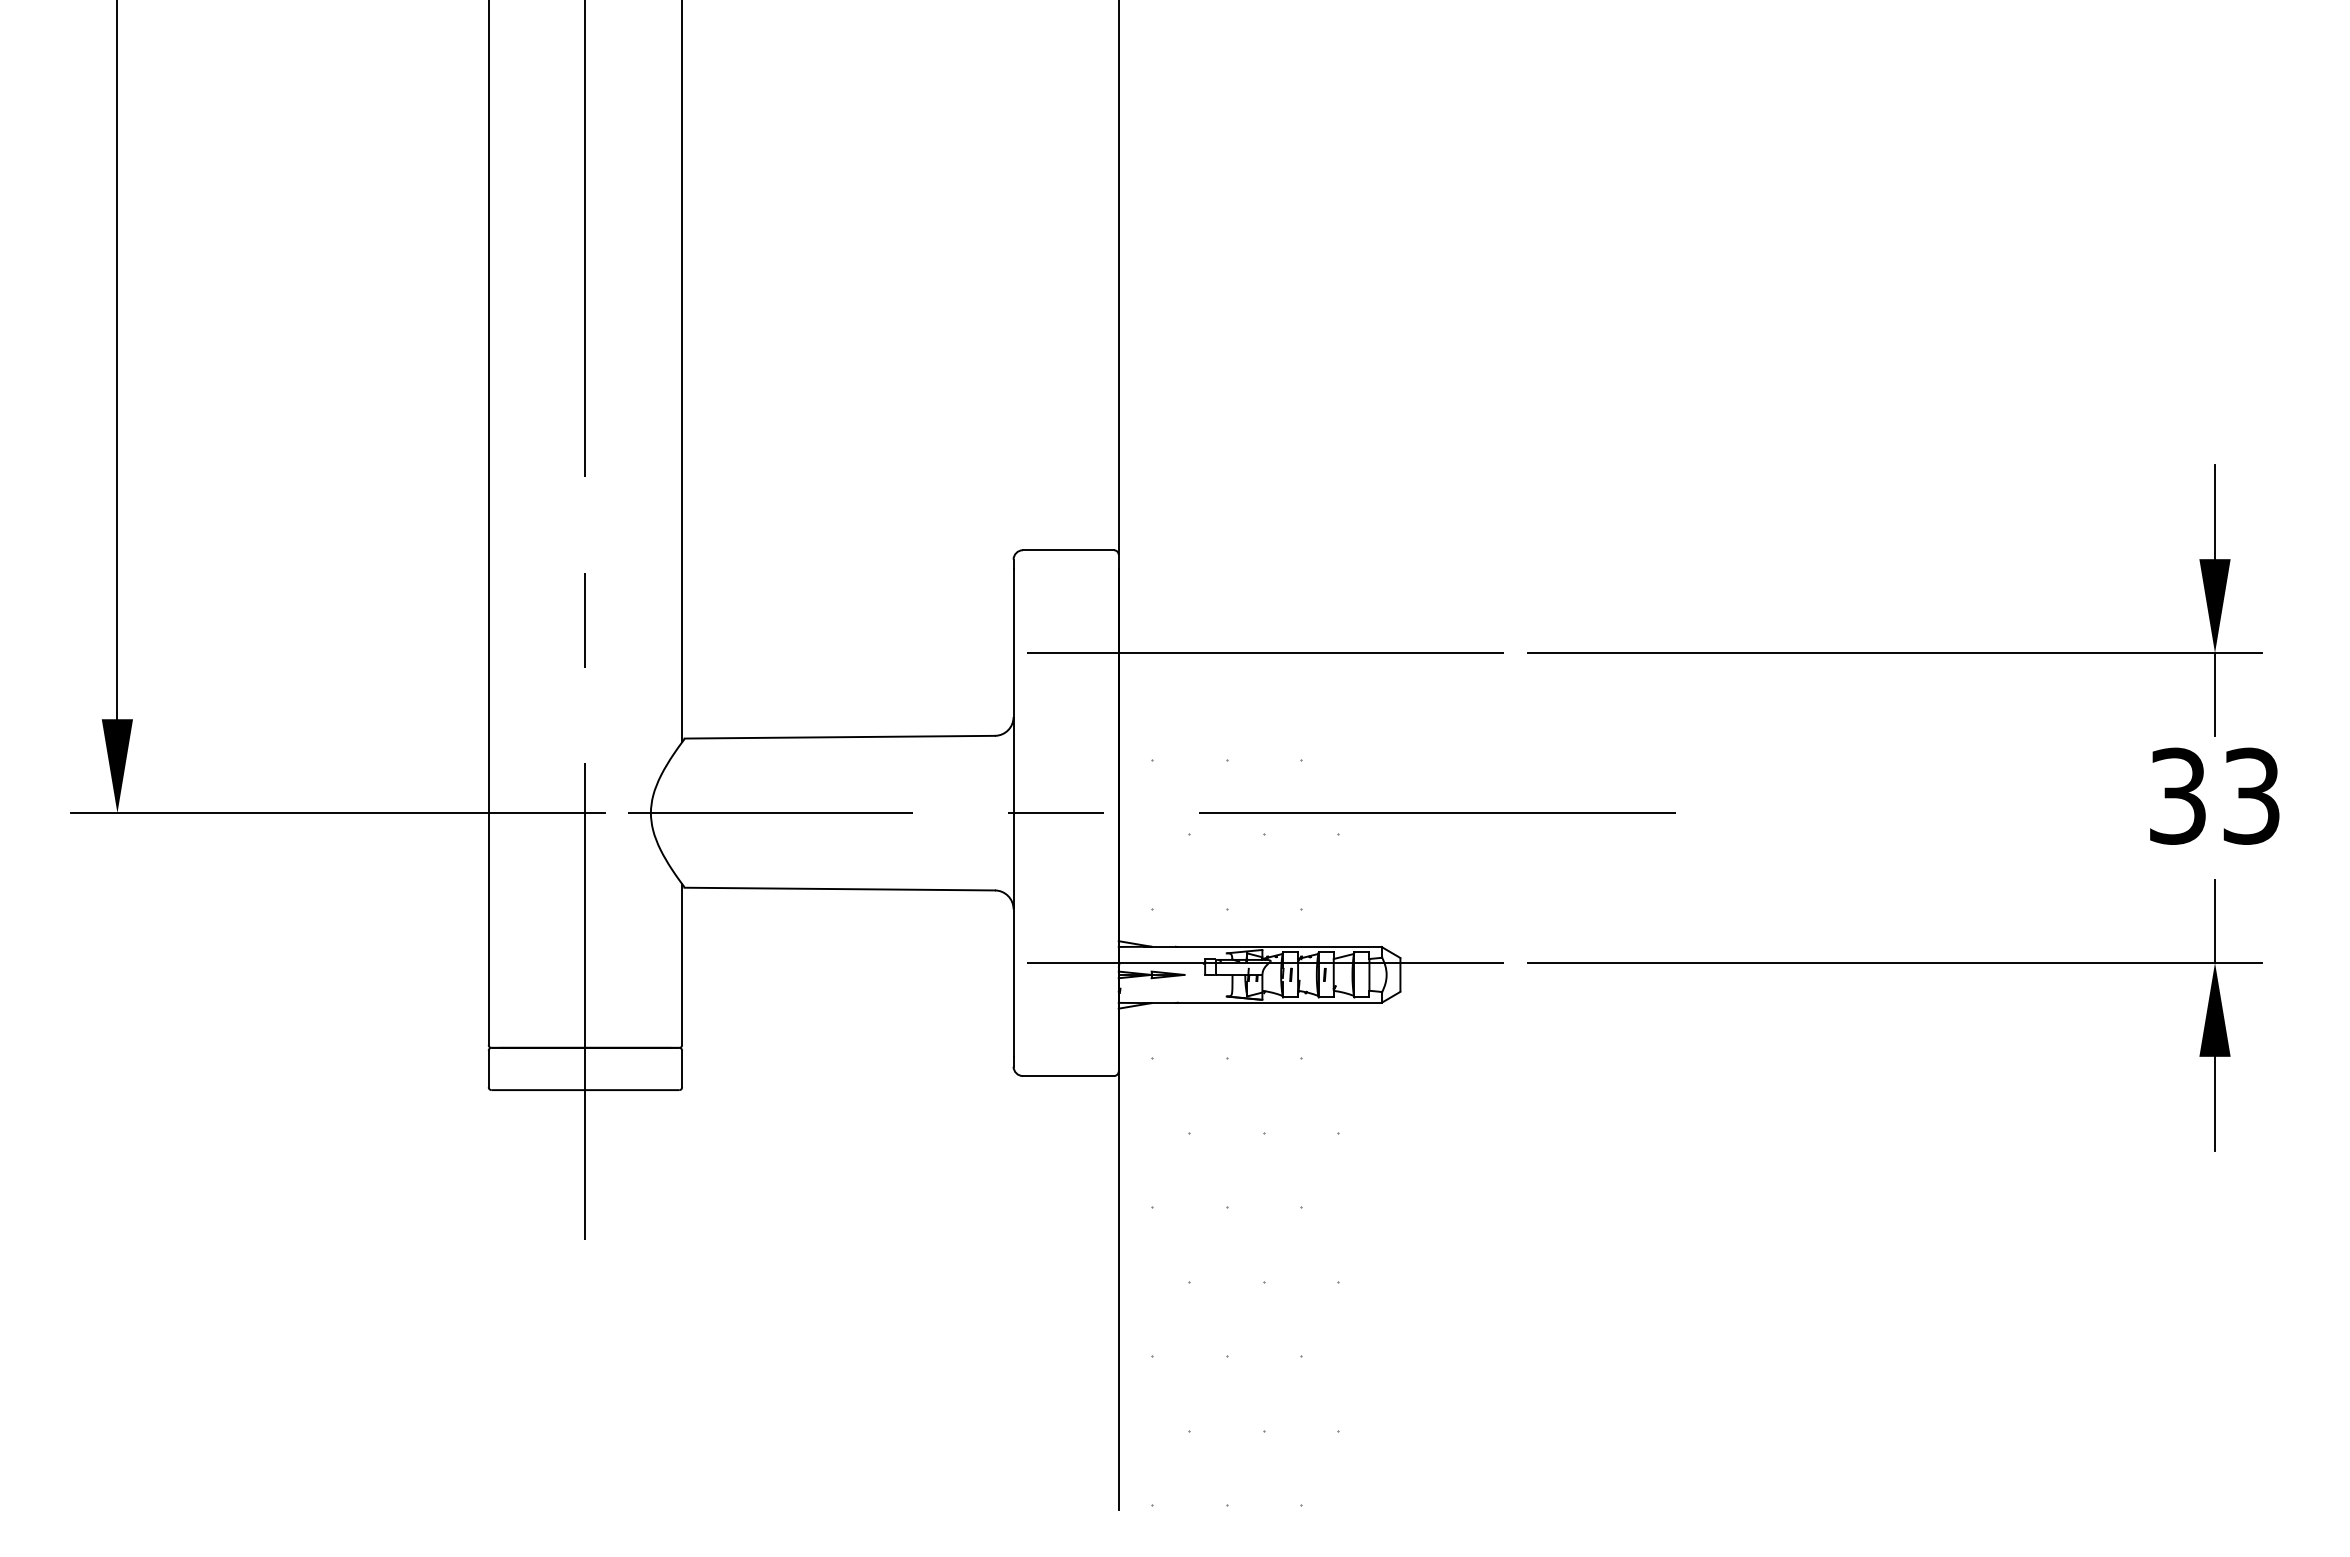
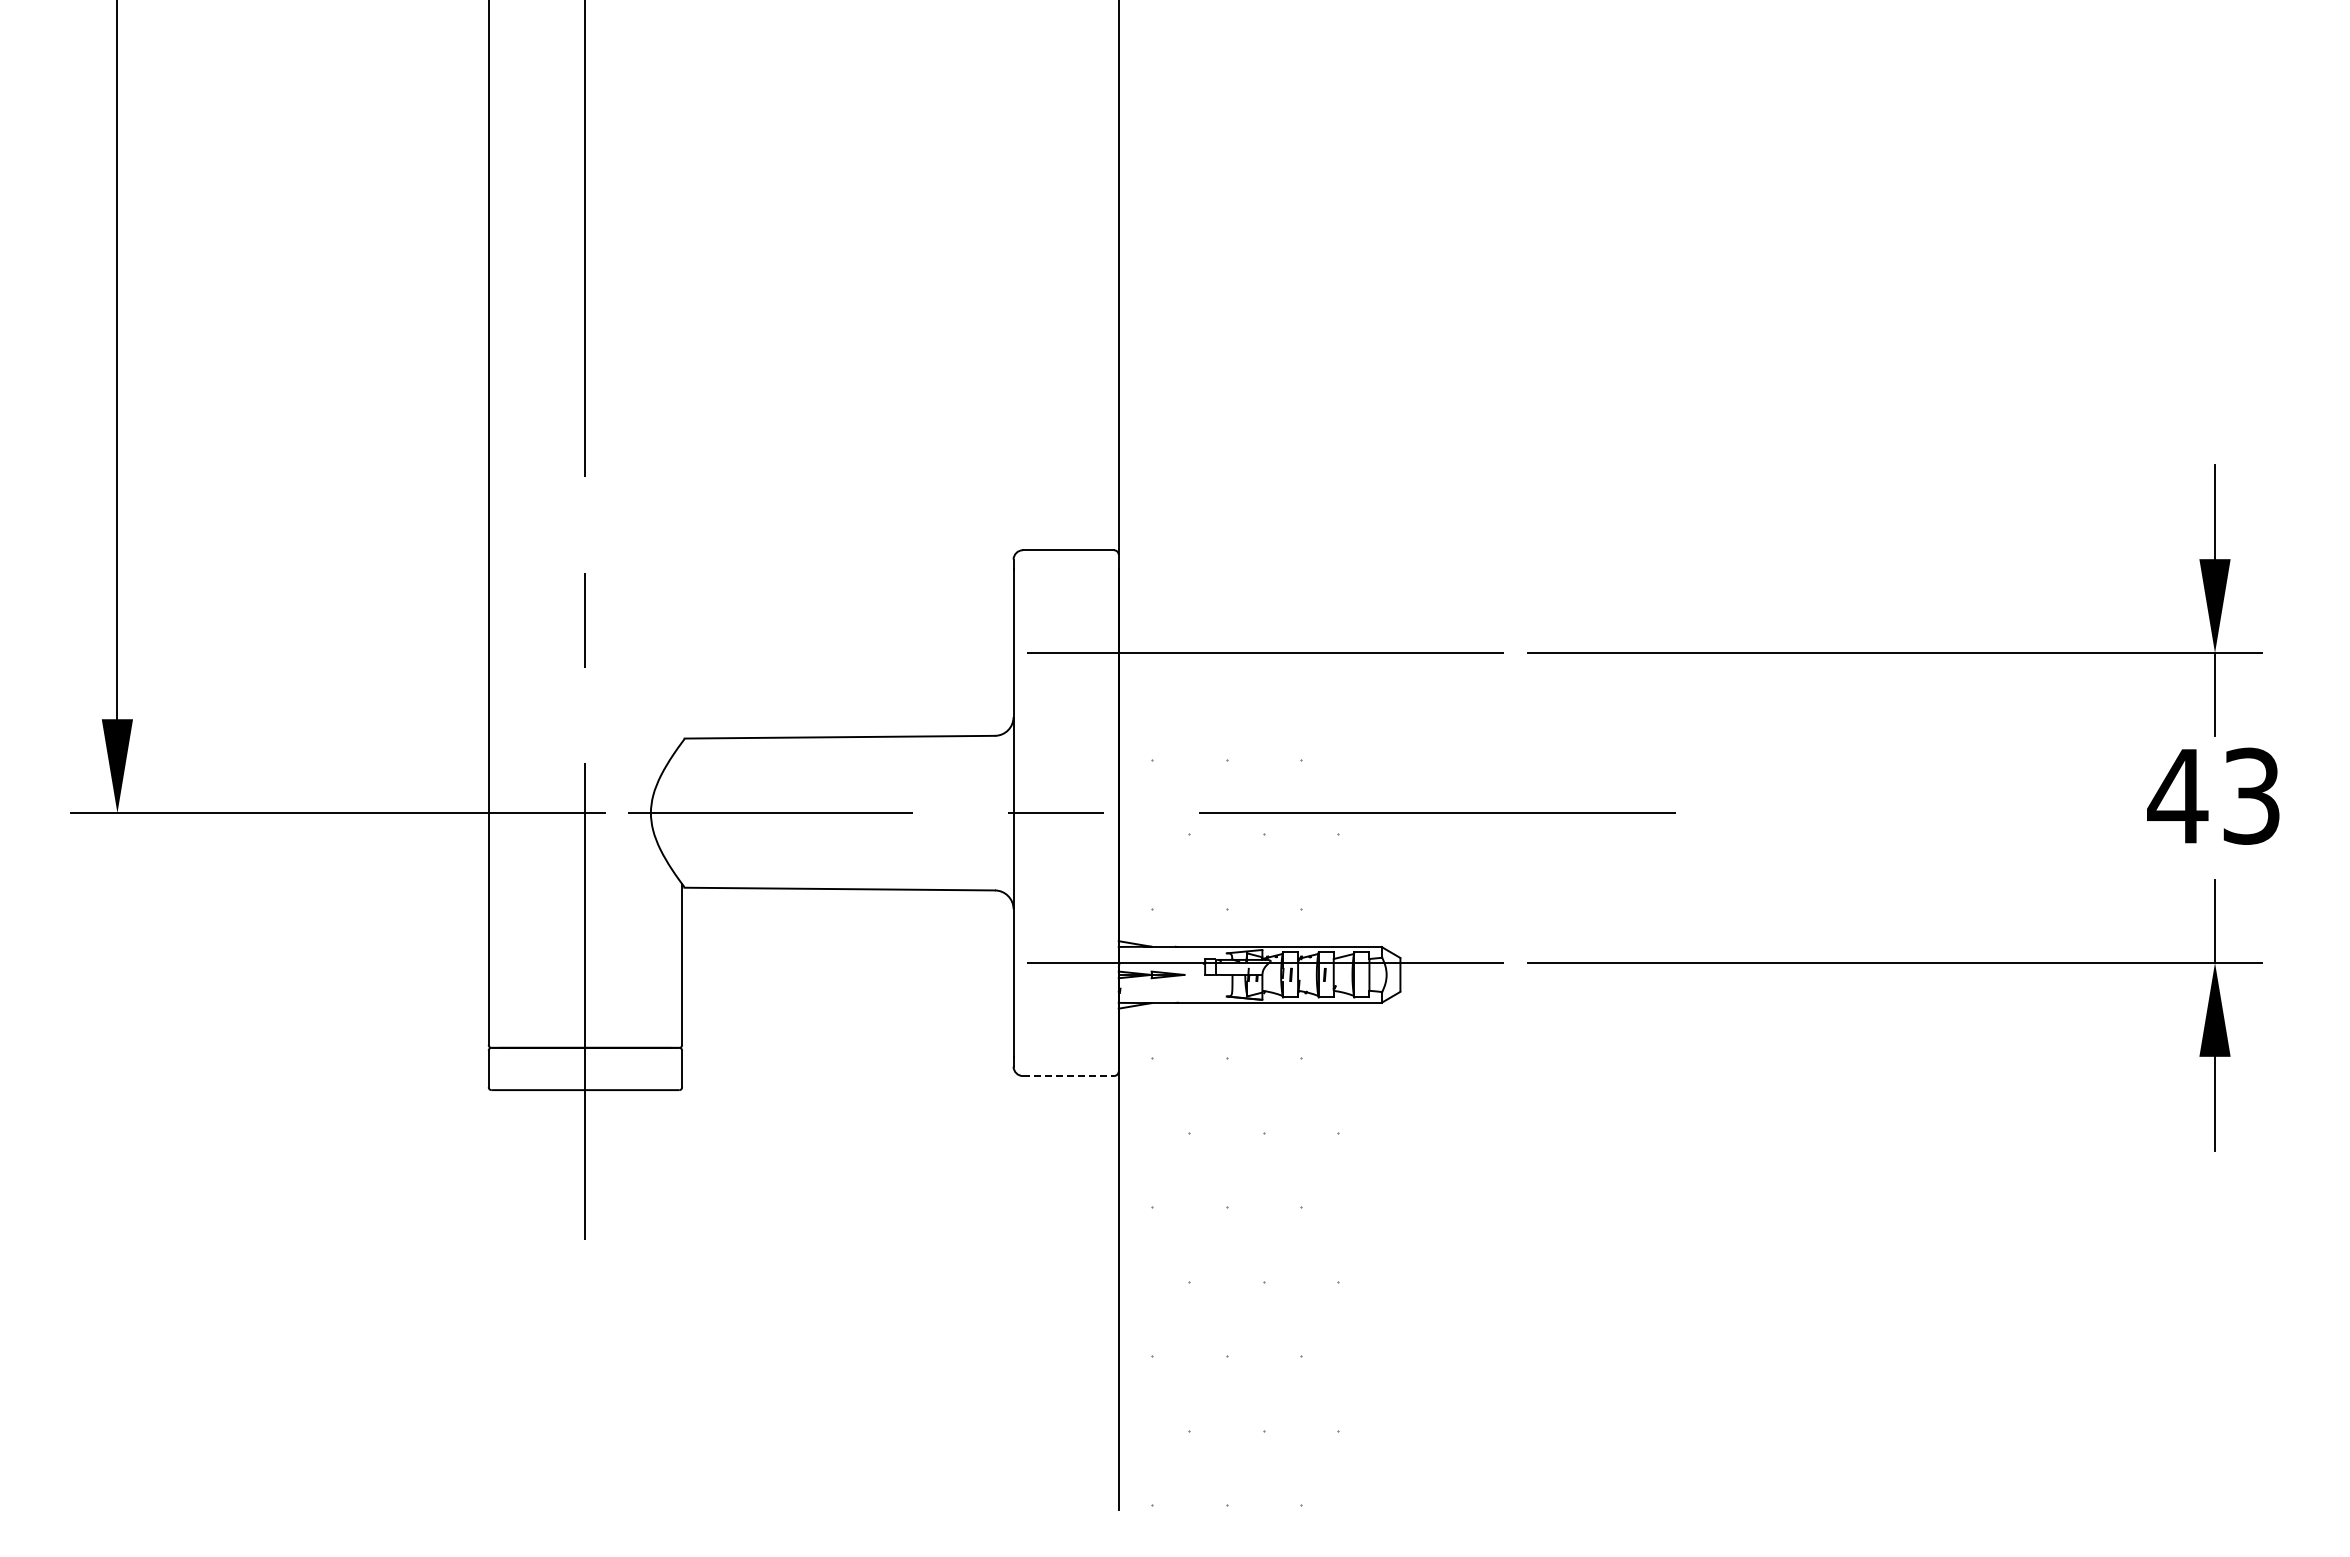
line at (682, 372): present -> none
text at (2177, 795): 33 -> 43
line at (1068, 1076): solid -> dashed
